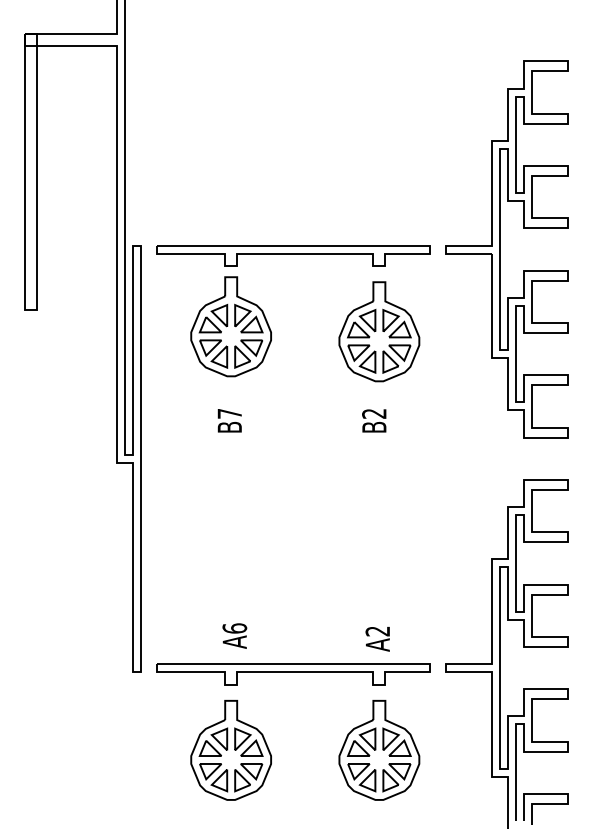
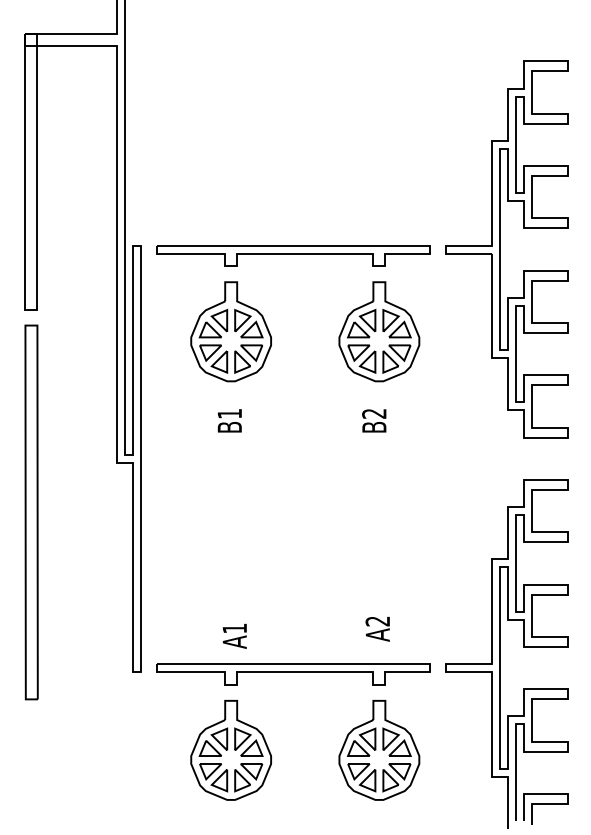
part at (230, 326) position: (230, 326) -> (230, 331)
text at (229, 413): B7 -> B1
part at (31, 512): none -> present
text at (234, 628): A6 -> A1
text at (377, 639) position: (377, 639) -> (377, 629)
